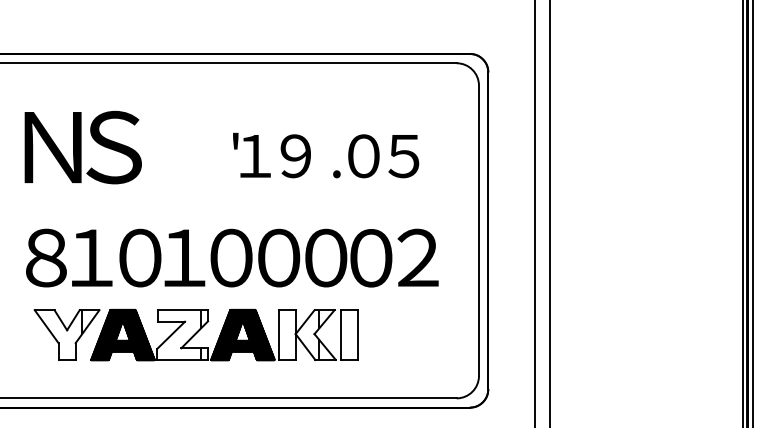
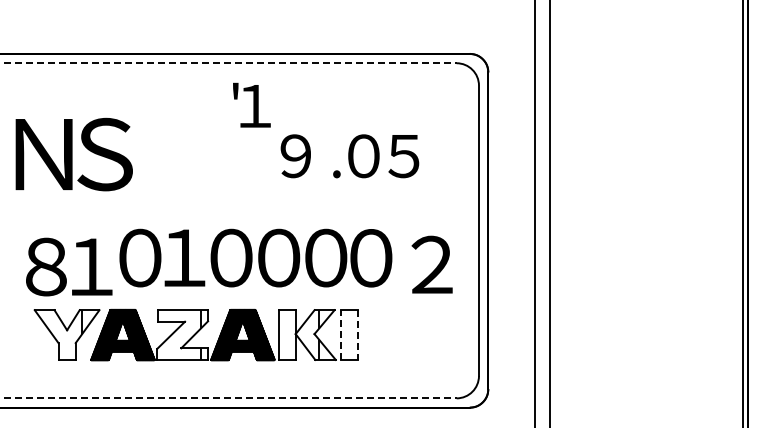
line at (228, 63): solid -> dashed
text at (82, 147) position: (82, 147) -> (73, 154)
text at (251, 154) position: (251, 154) -> (251, 104)
line at (746, 213): present -> none
line at (752, 213): present -> none
text at (69, 257) position: (69, 257) -> (69, 266)
text at (417, 257) position: (417, 257) -> (431, 264)
line at (340, 335): solid -> dashed
line at (357, 335): solid -> dashed
line at (228, 398): solid -> dashed
